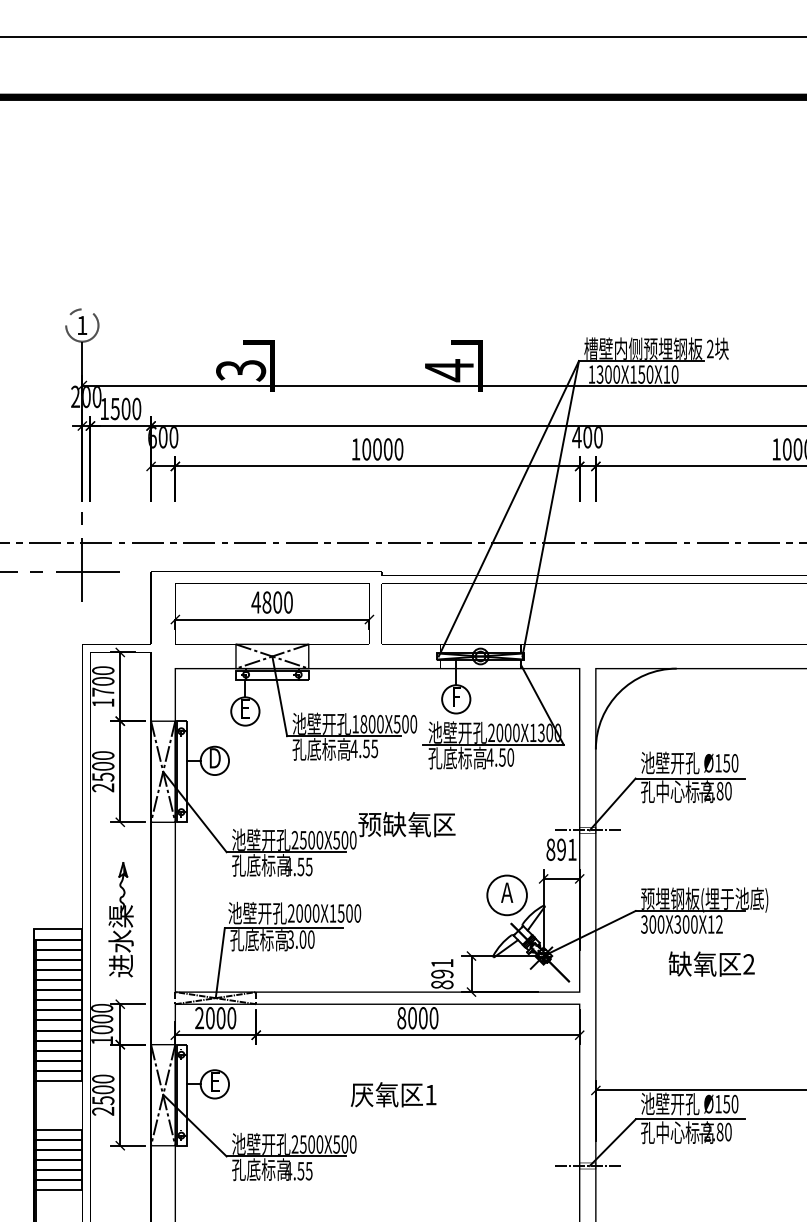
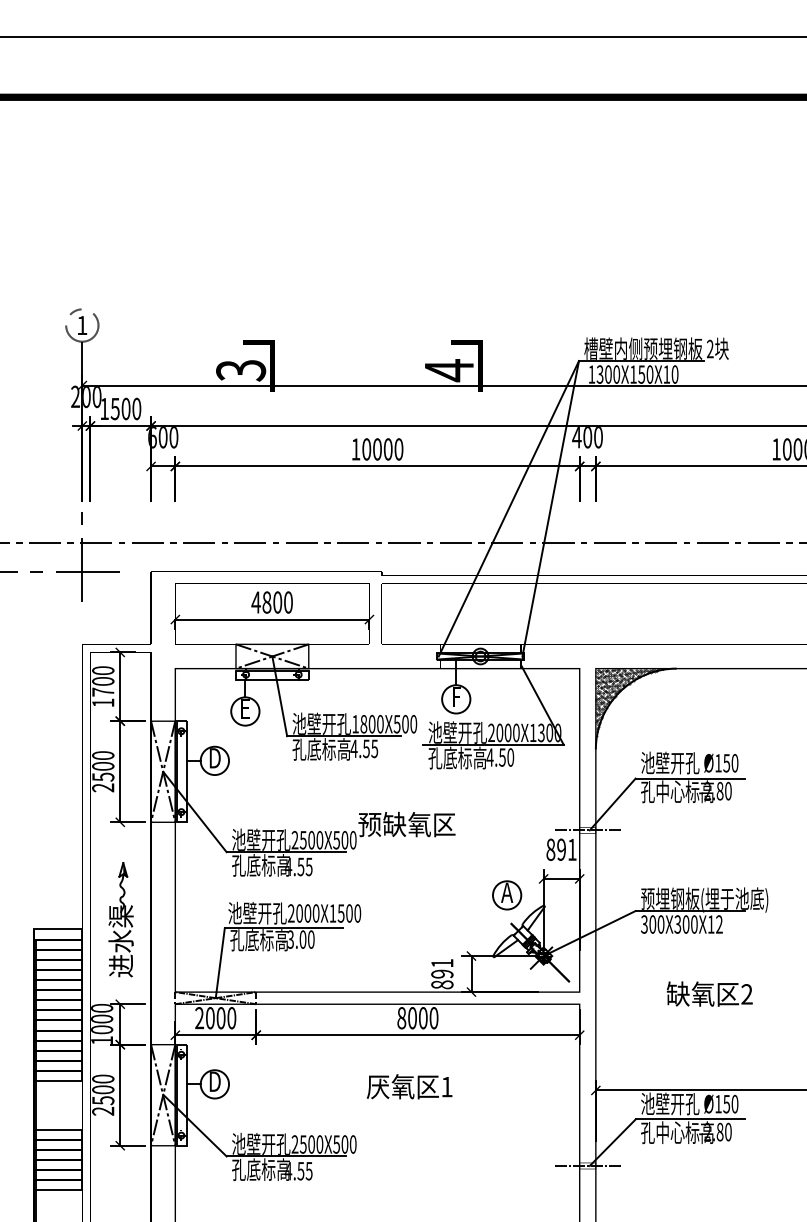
hatch at (629, 701): none -> present
circle at (506, 895) diameter: 40 px -> 28 px
text at (711, 963) position: (711, 963) -> (709, 993)
text at (214, 1081): E -> D
text at (393, 1094) position: (393, 1094) -> (409, 1086)
